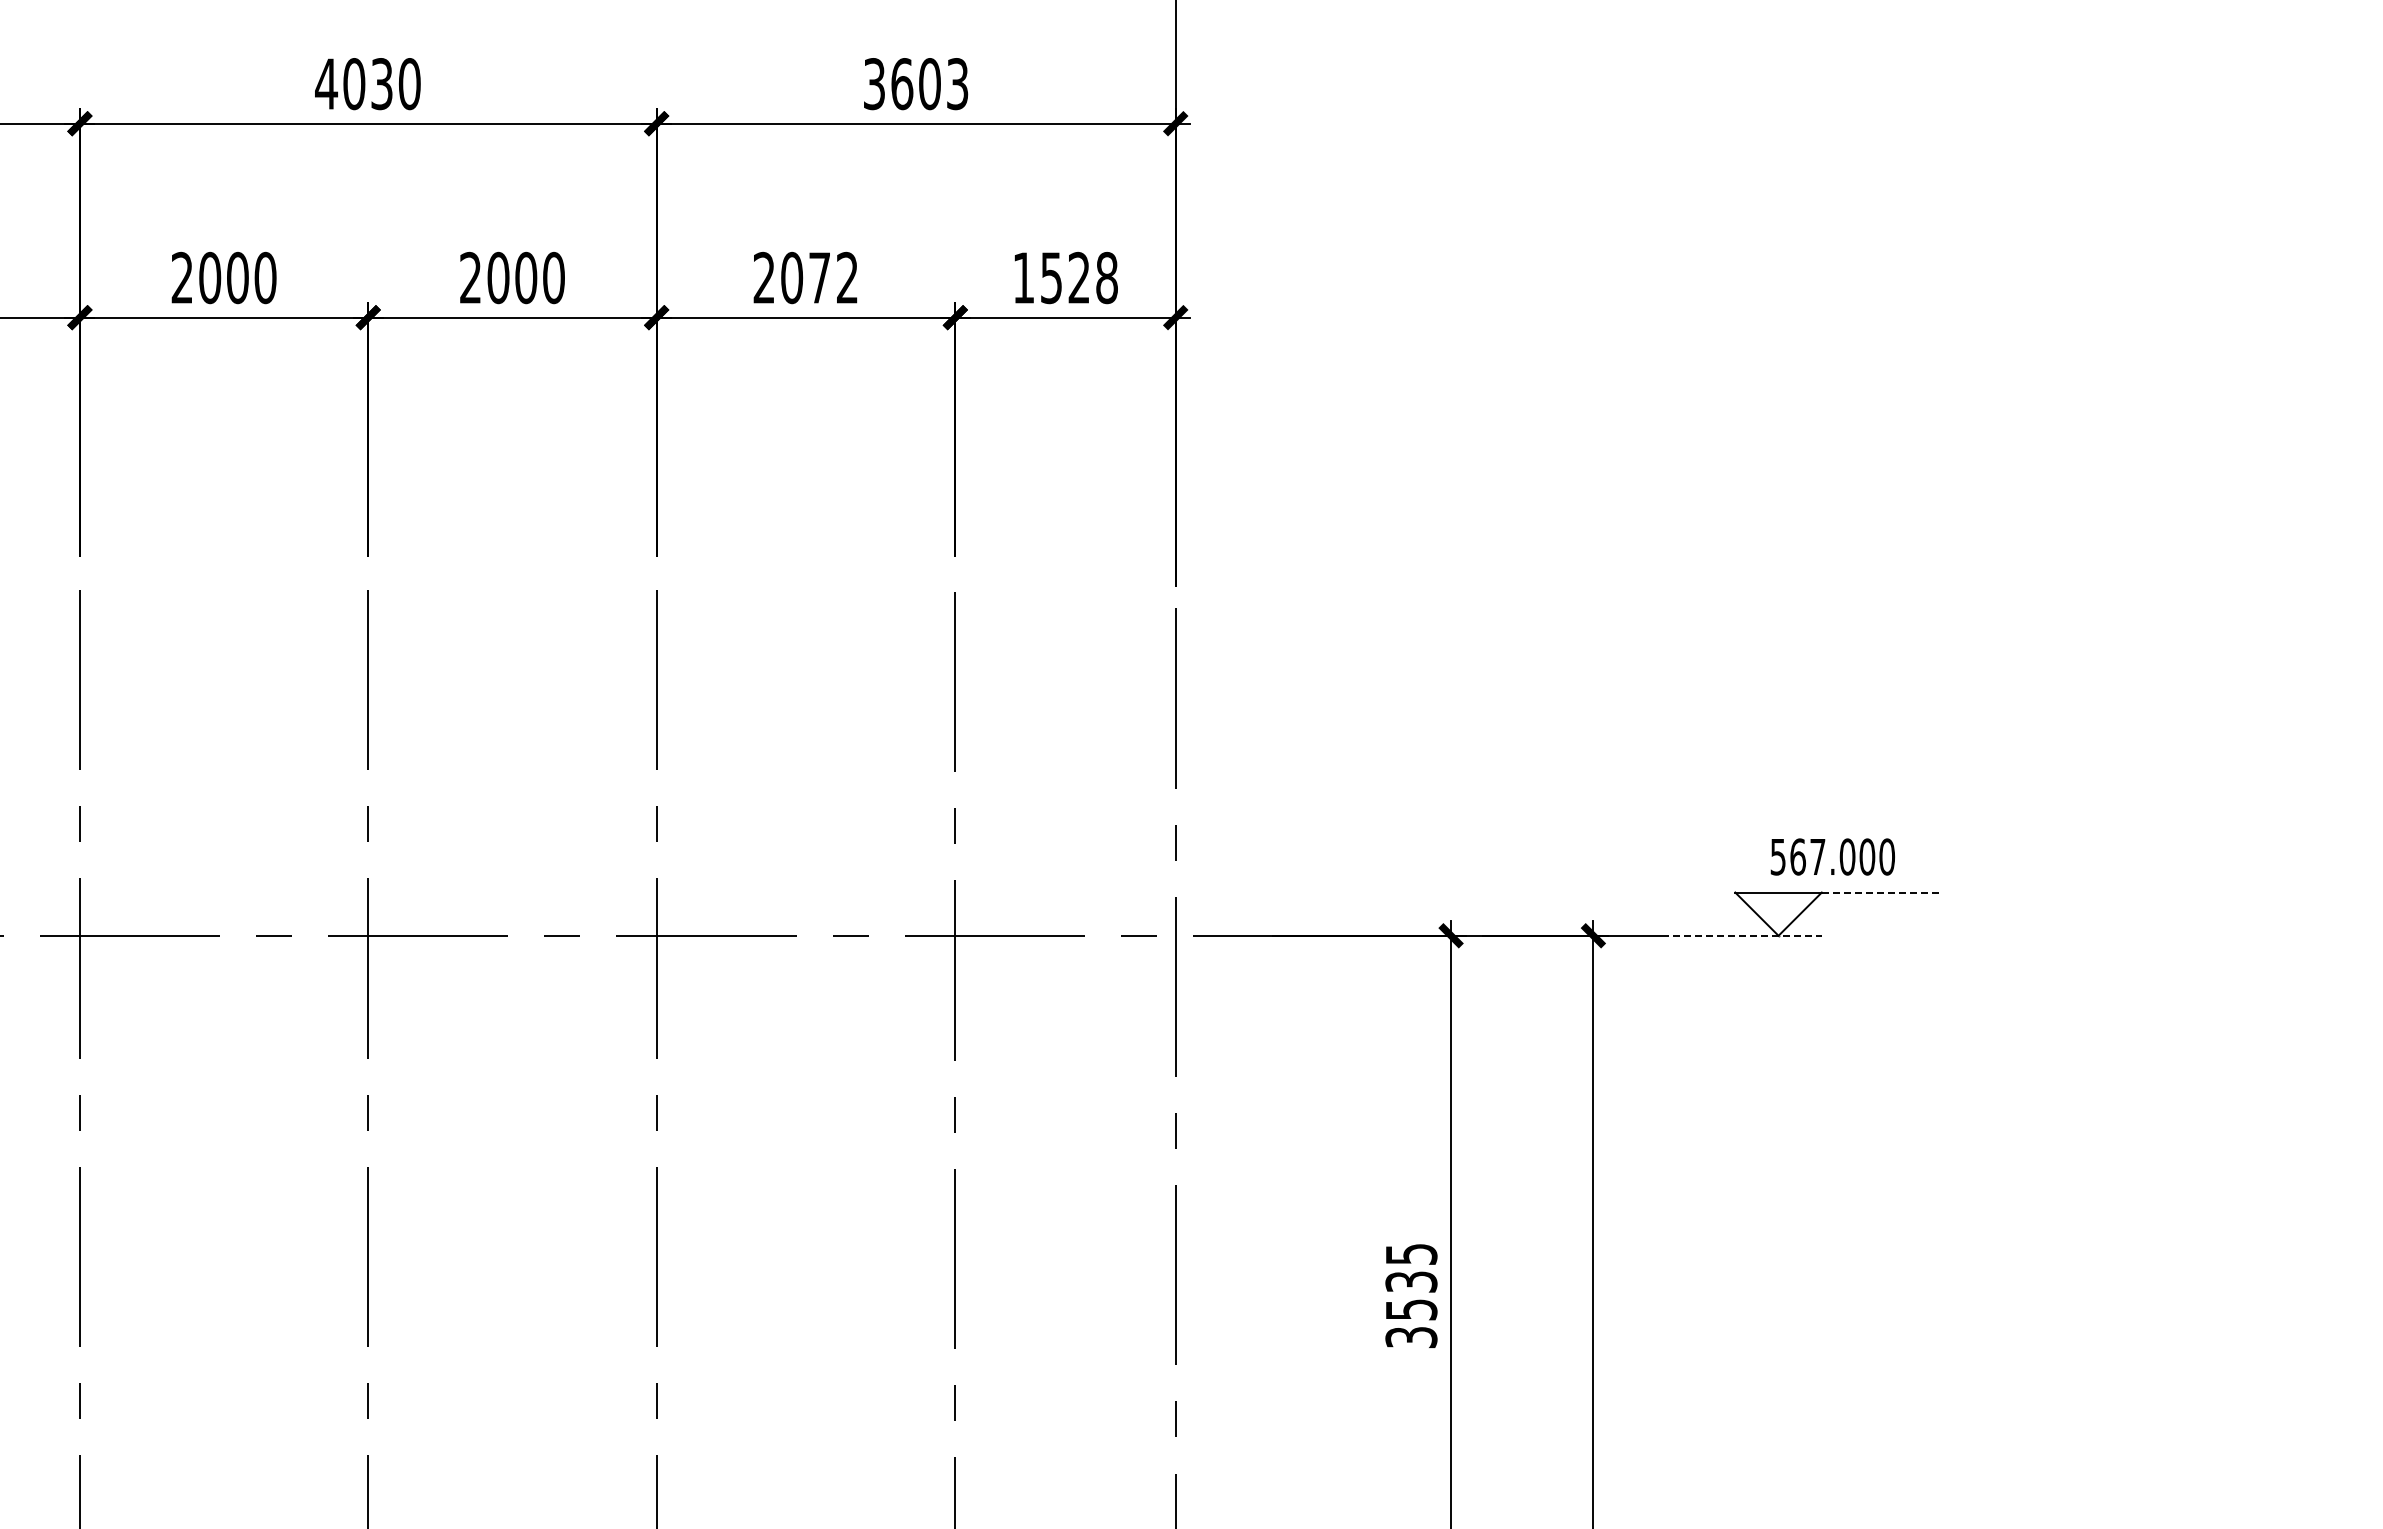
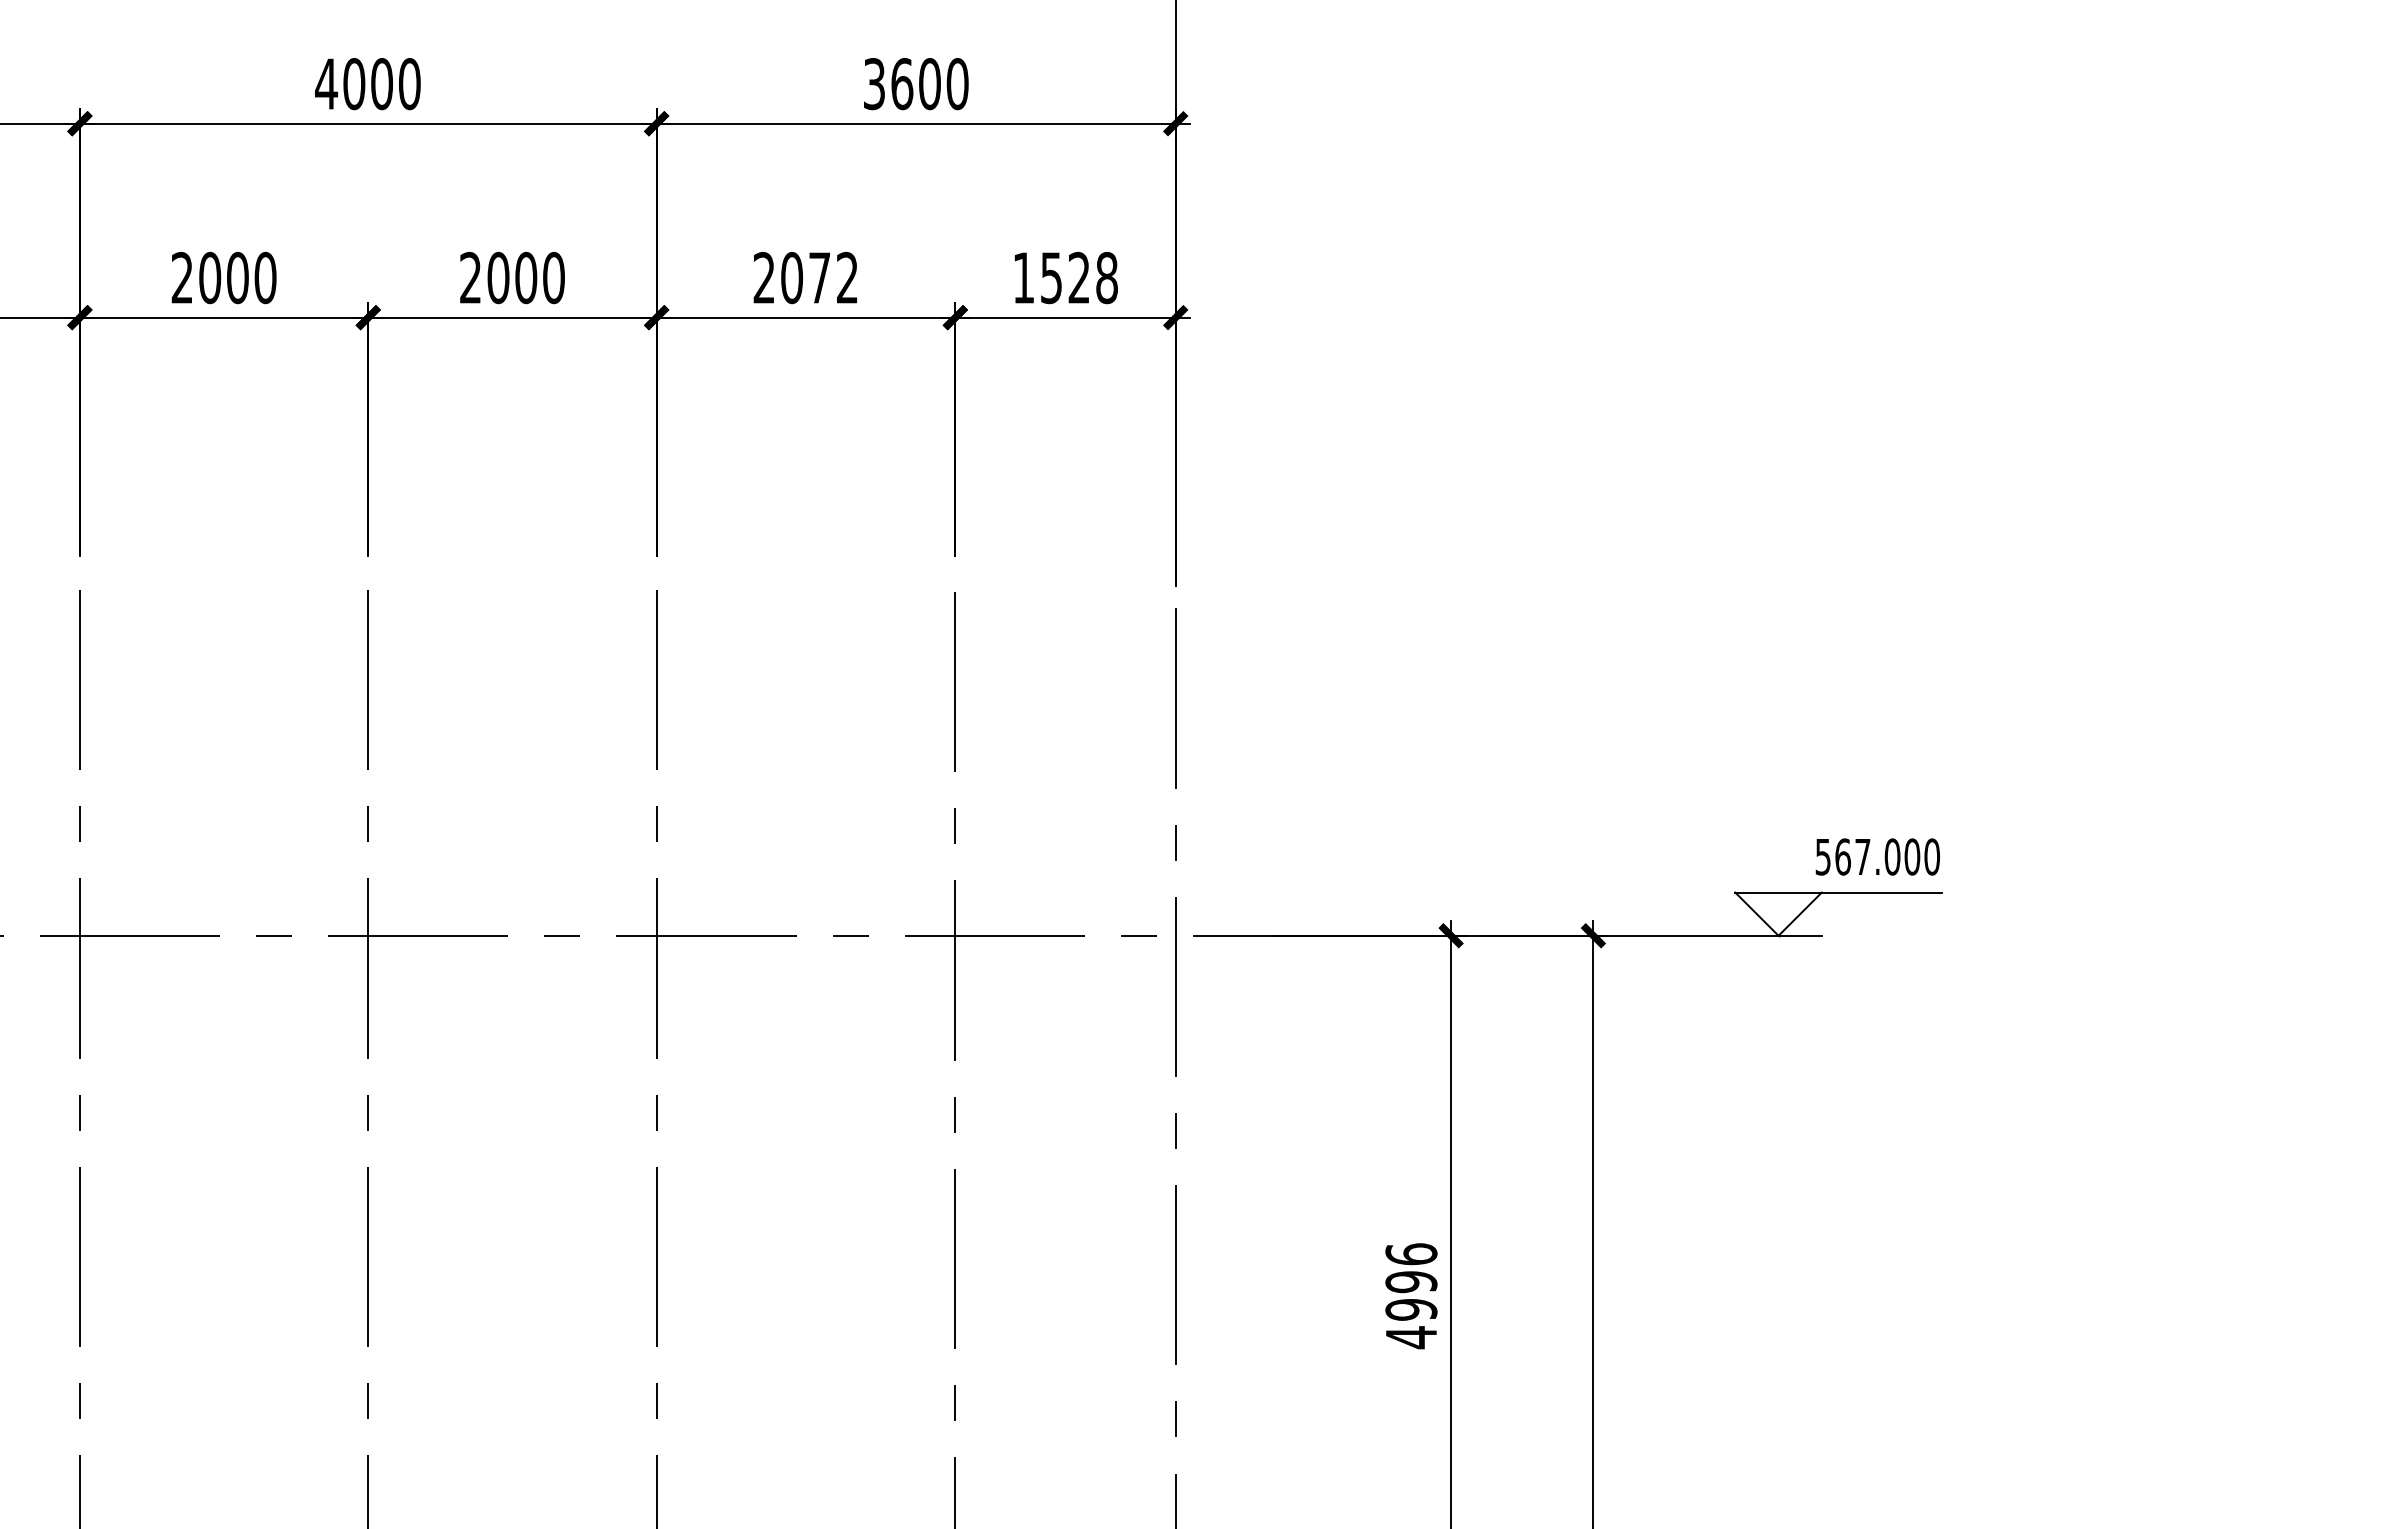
text at (382, 84): 4030 -> 4000
text at (957, 84): 3603 -> 3600
text at (1832, 856) position: (1832, 856) -> (1877, 856)
line at (1882, 892): dashed -> solid
line at (1742, 935): dashed -> solid
text at (1411, 1296): 3535 -> 4996
